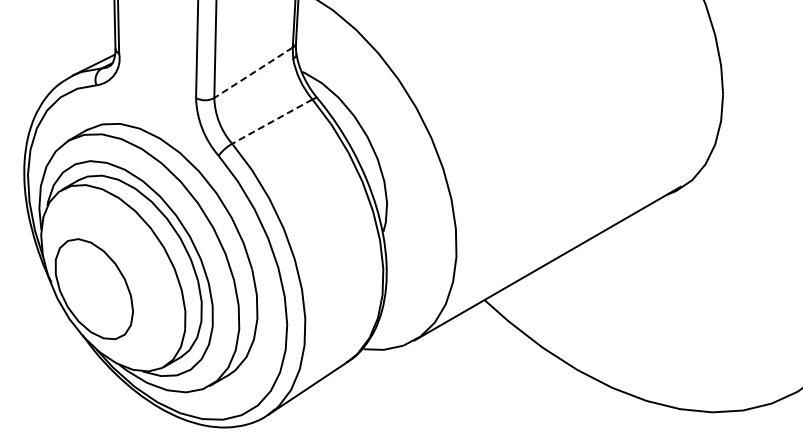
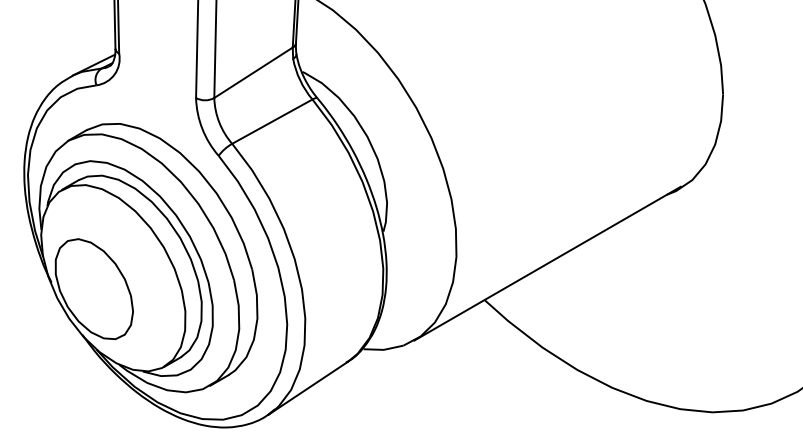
line at (253, 72): dashed -> solid
line at (272, 121): dashed -> solid
